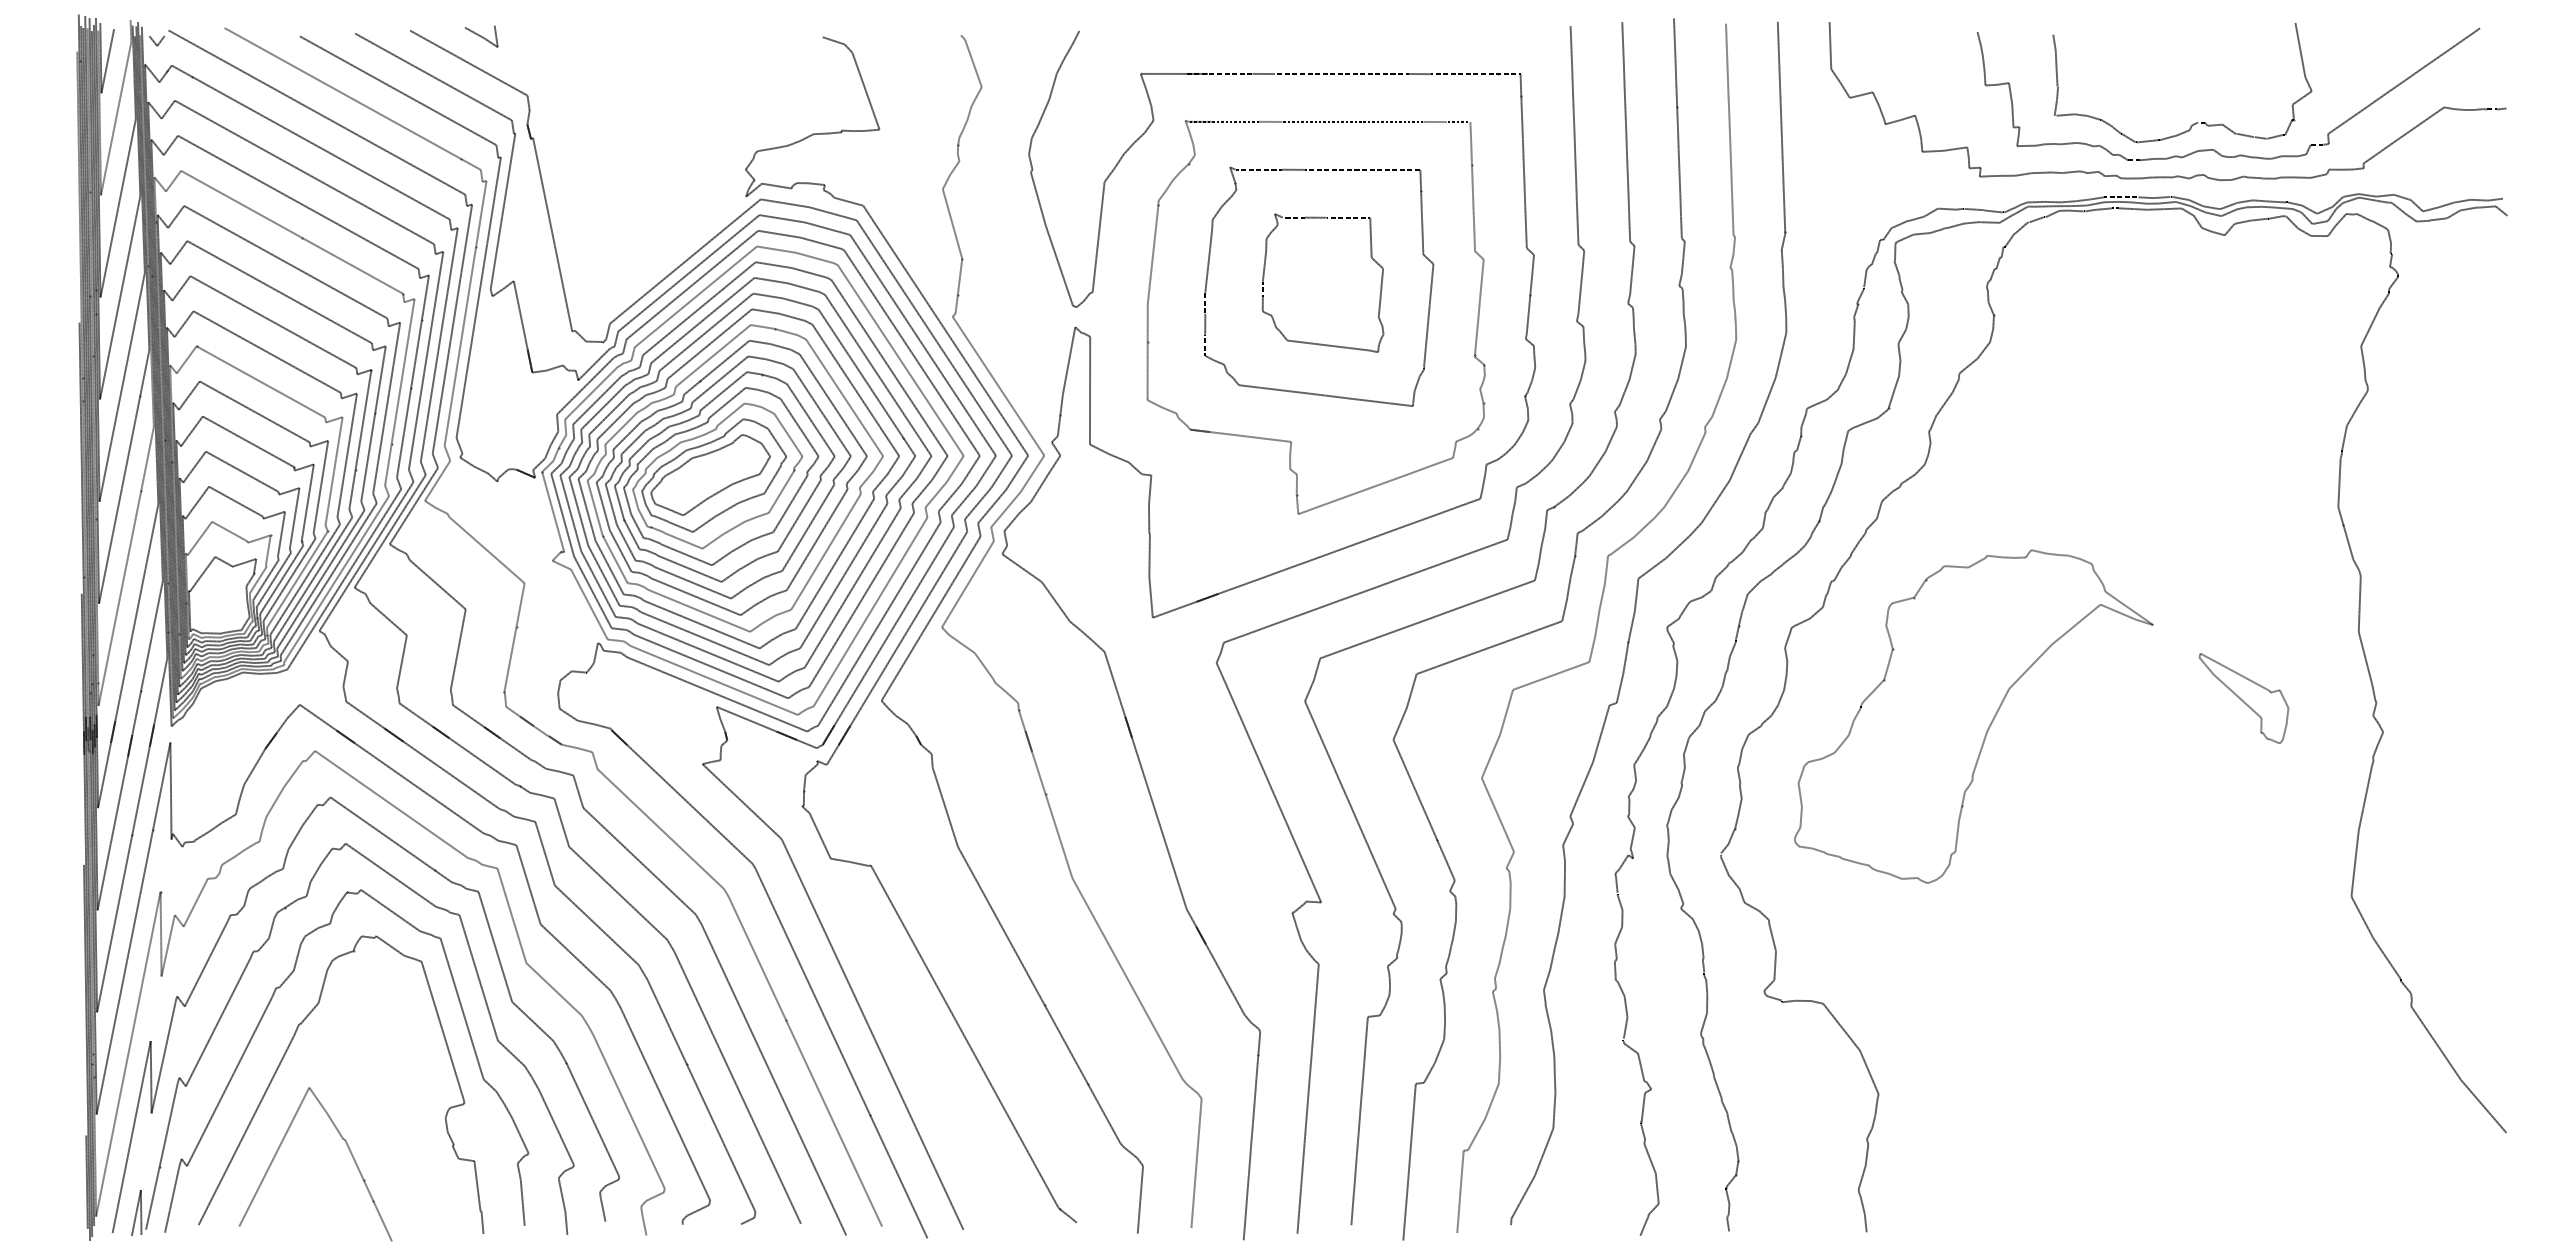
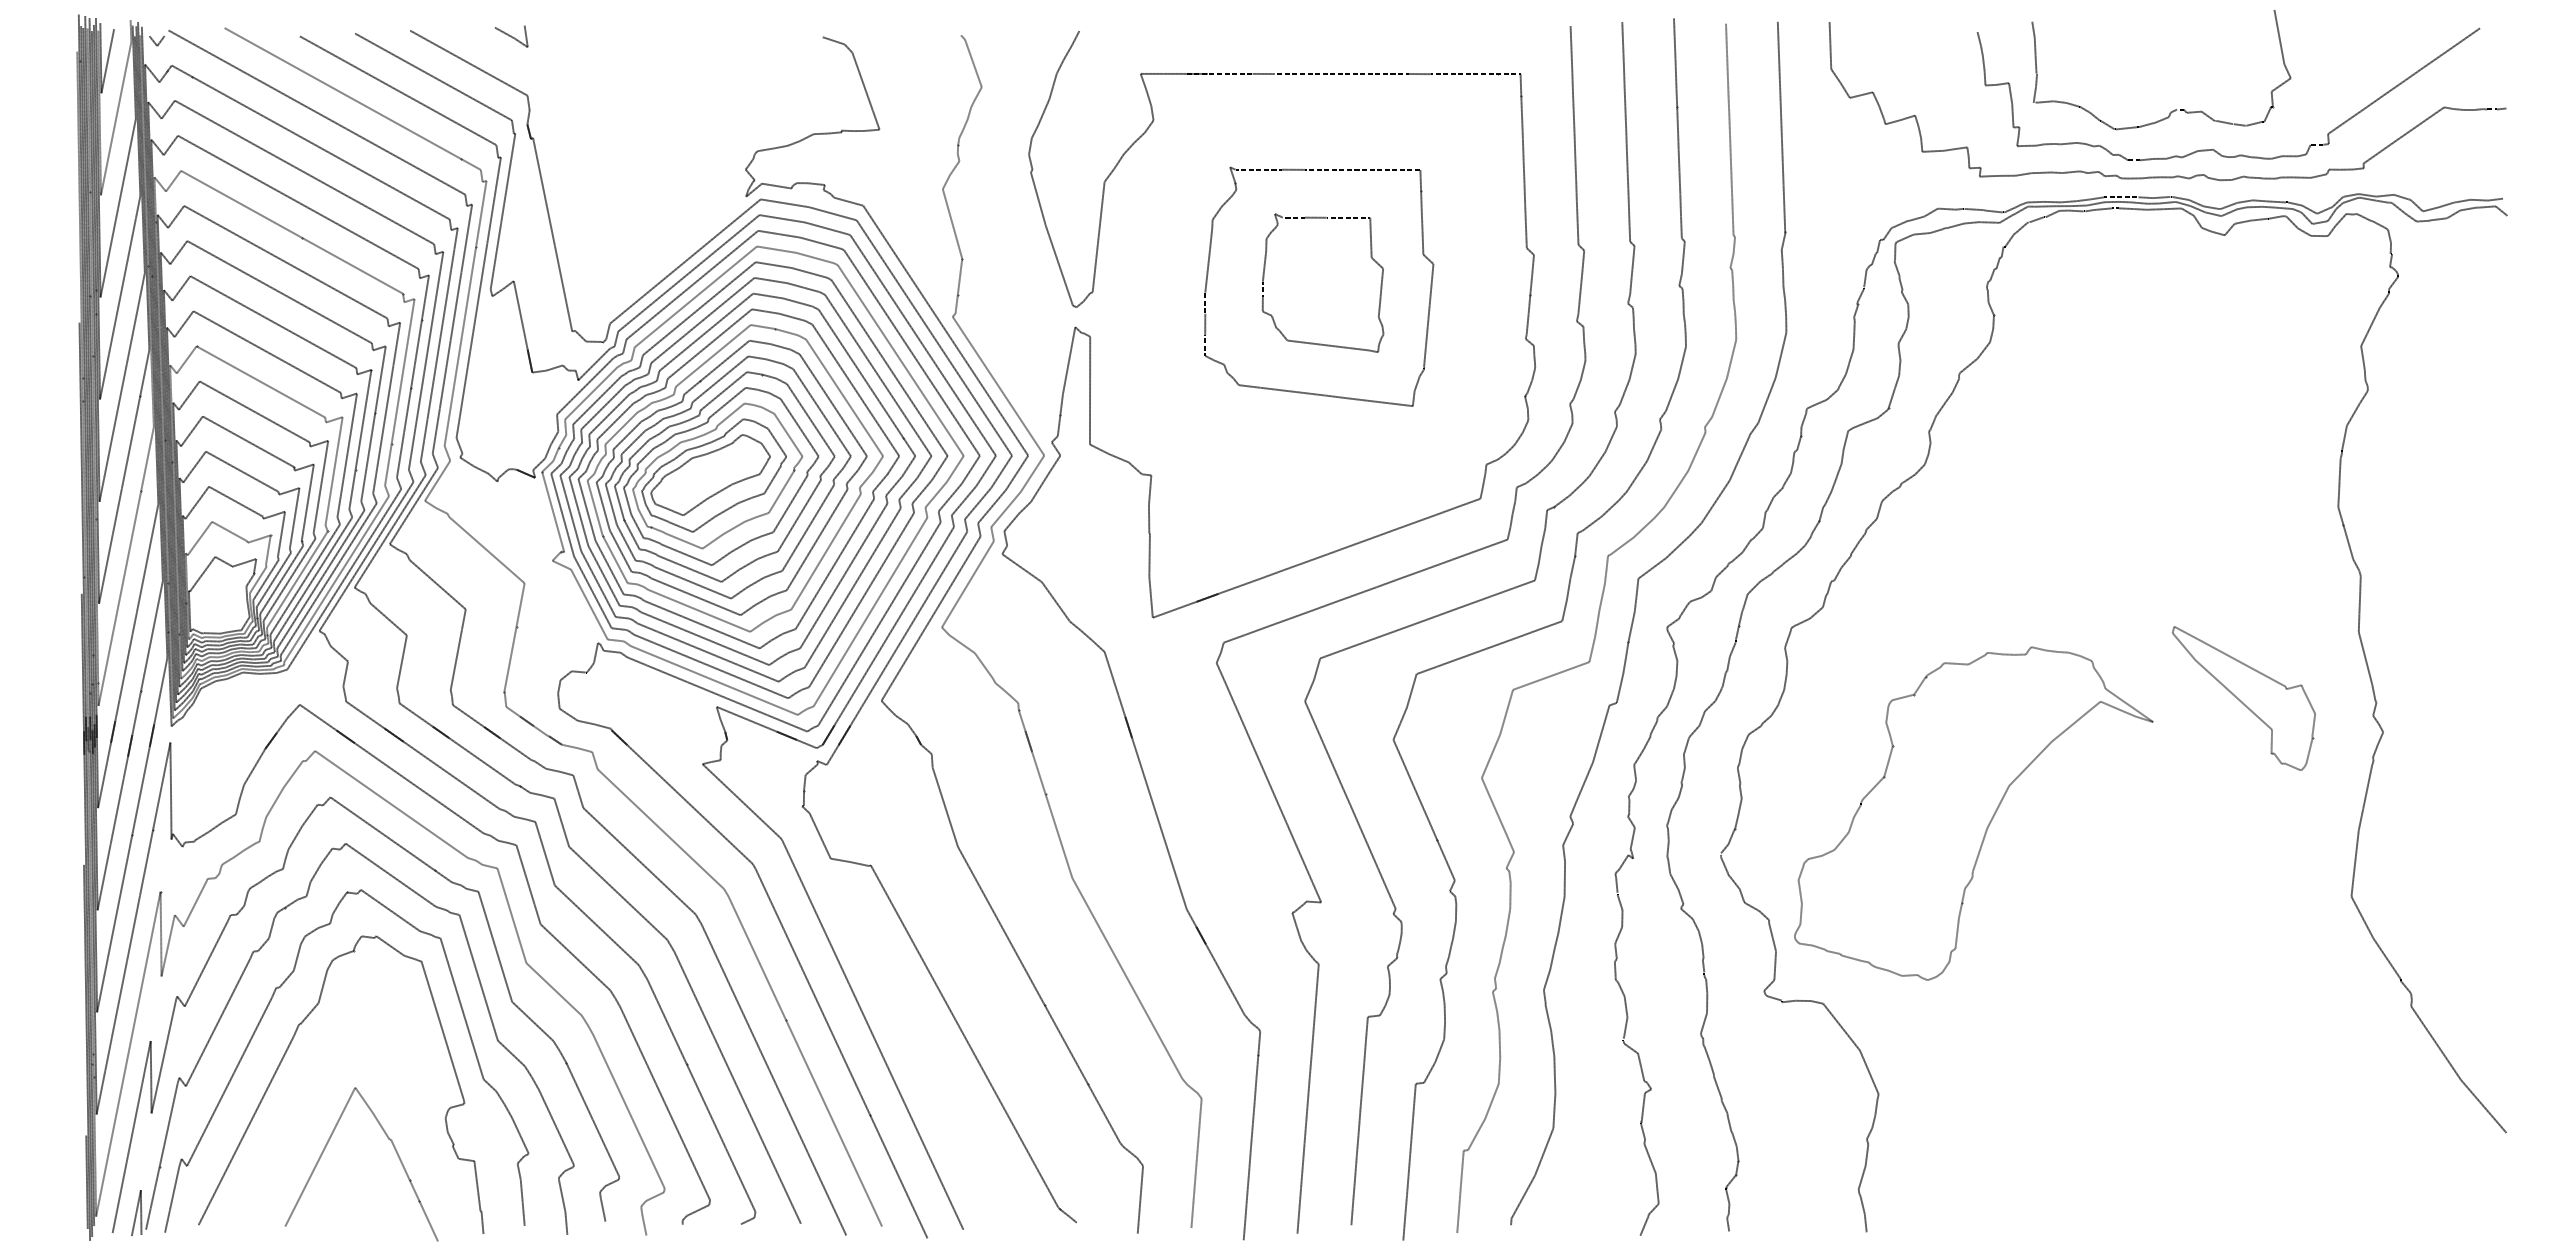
line at (481, 36) position: (481, 36) -> (511, 36)
curve at (2195, 122) position: (2195, 122) -> (2174, 109)
part at (1289, 440): present -> none
part at (2243, 698) size: 92x91 px -> 144x145 px
part at (1973, 716) position: (1973, 716) -> (1973, 813)
curve at (347, 1147) position: (347, 1147) -> (393, 1147)
